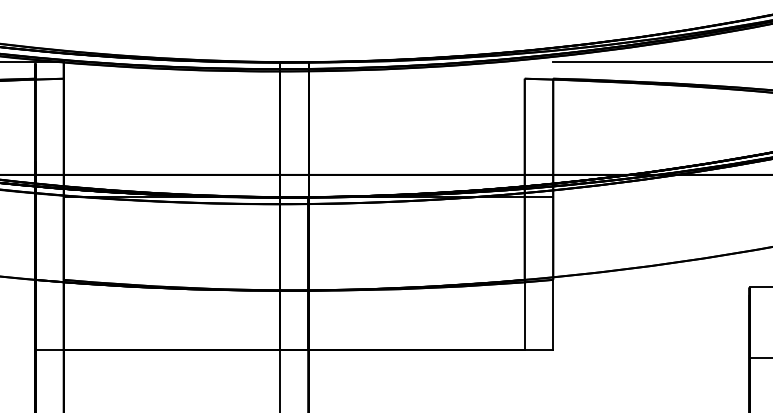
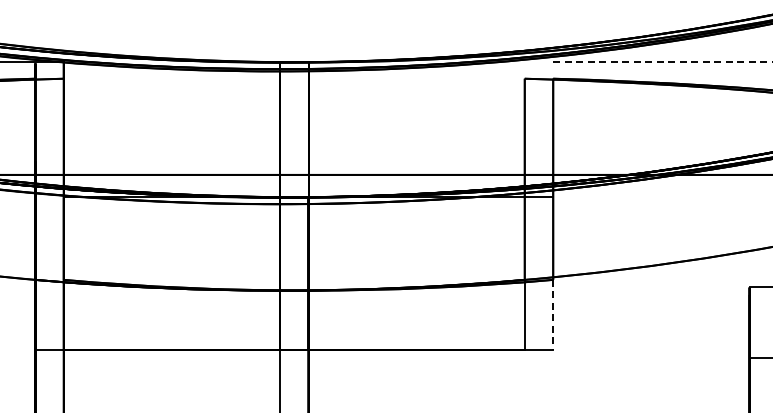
line at (663, 62): solid -> dashed
line at (553, 314): solid -> dashed
